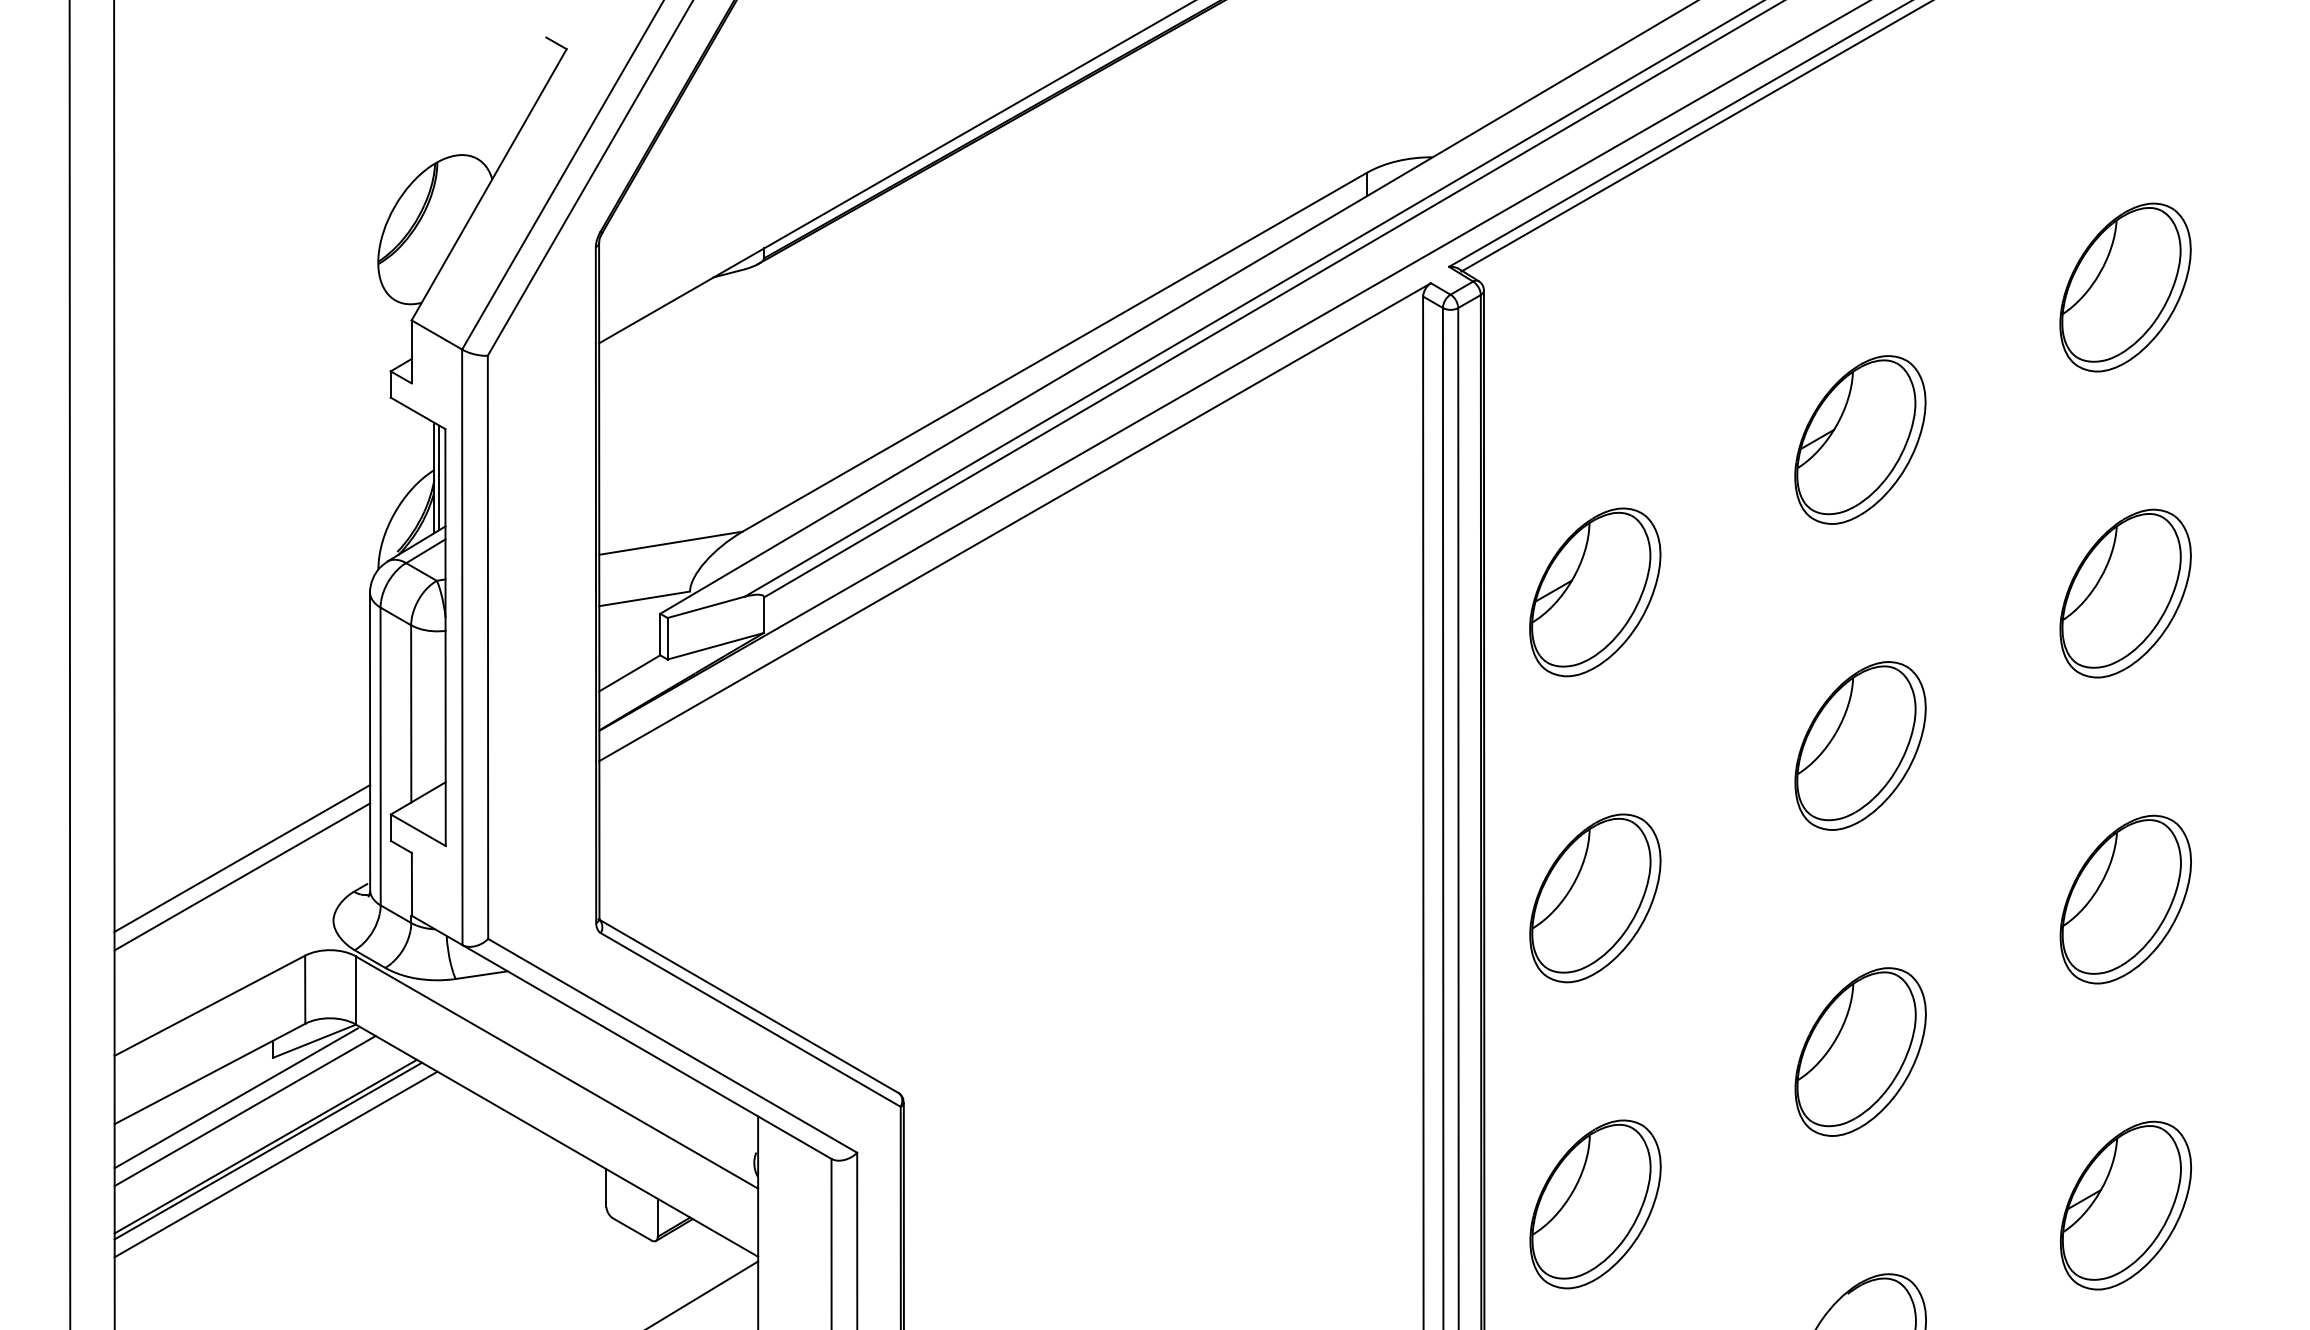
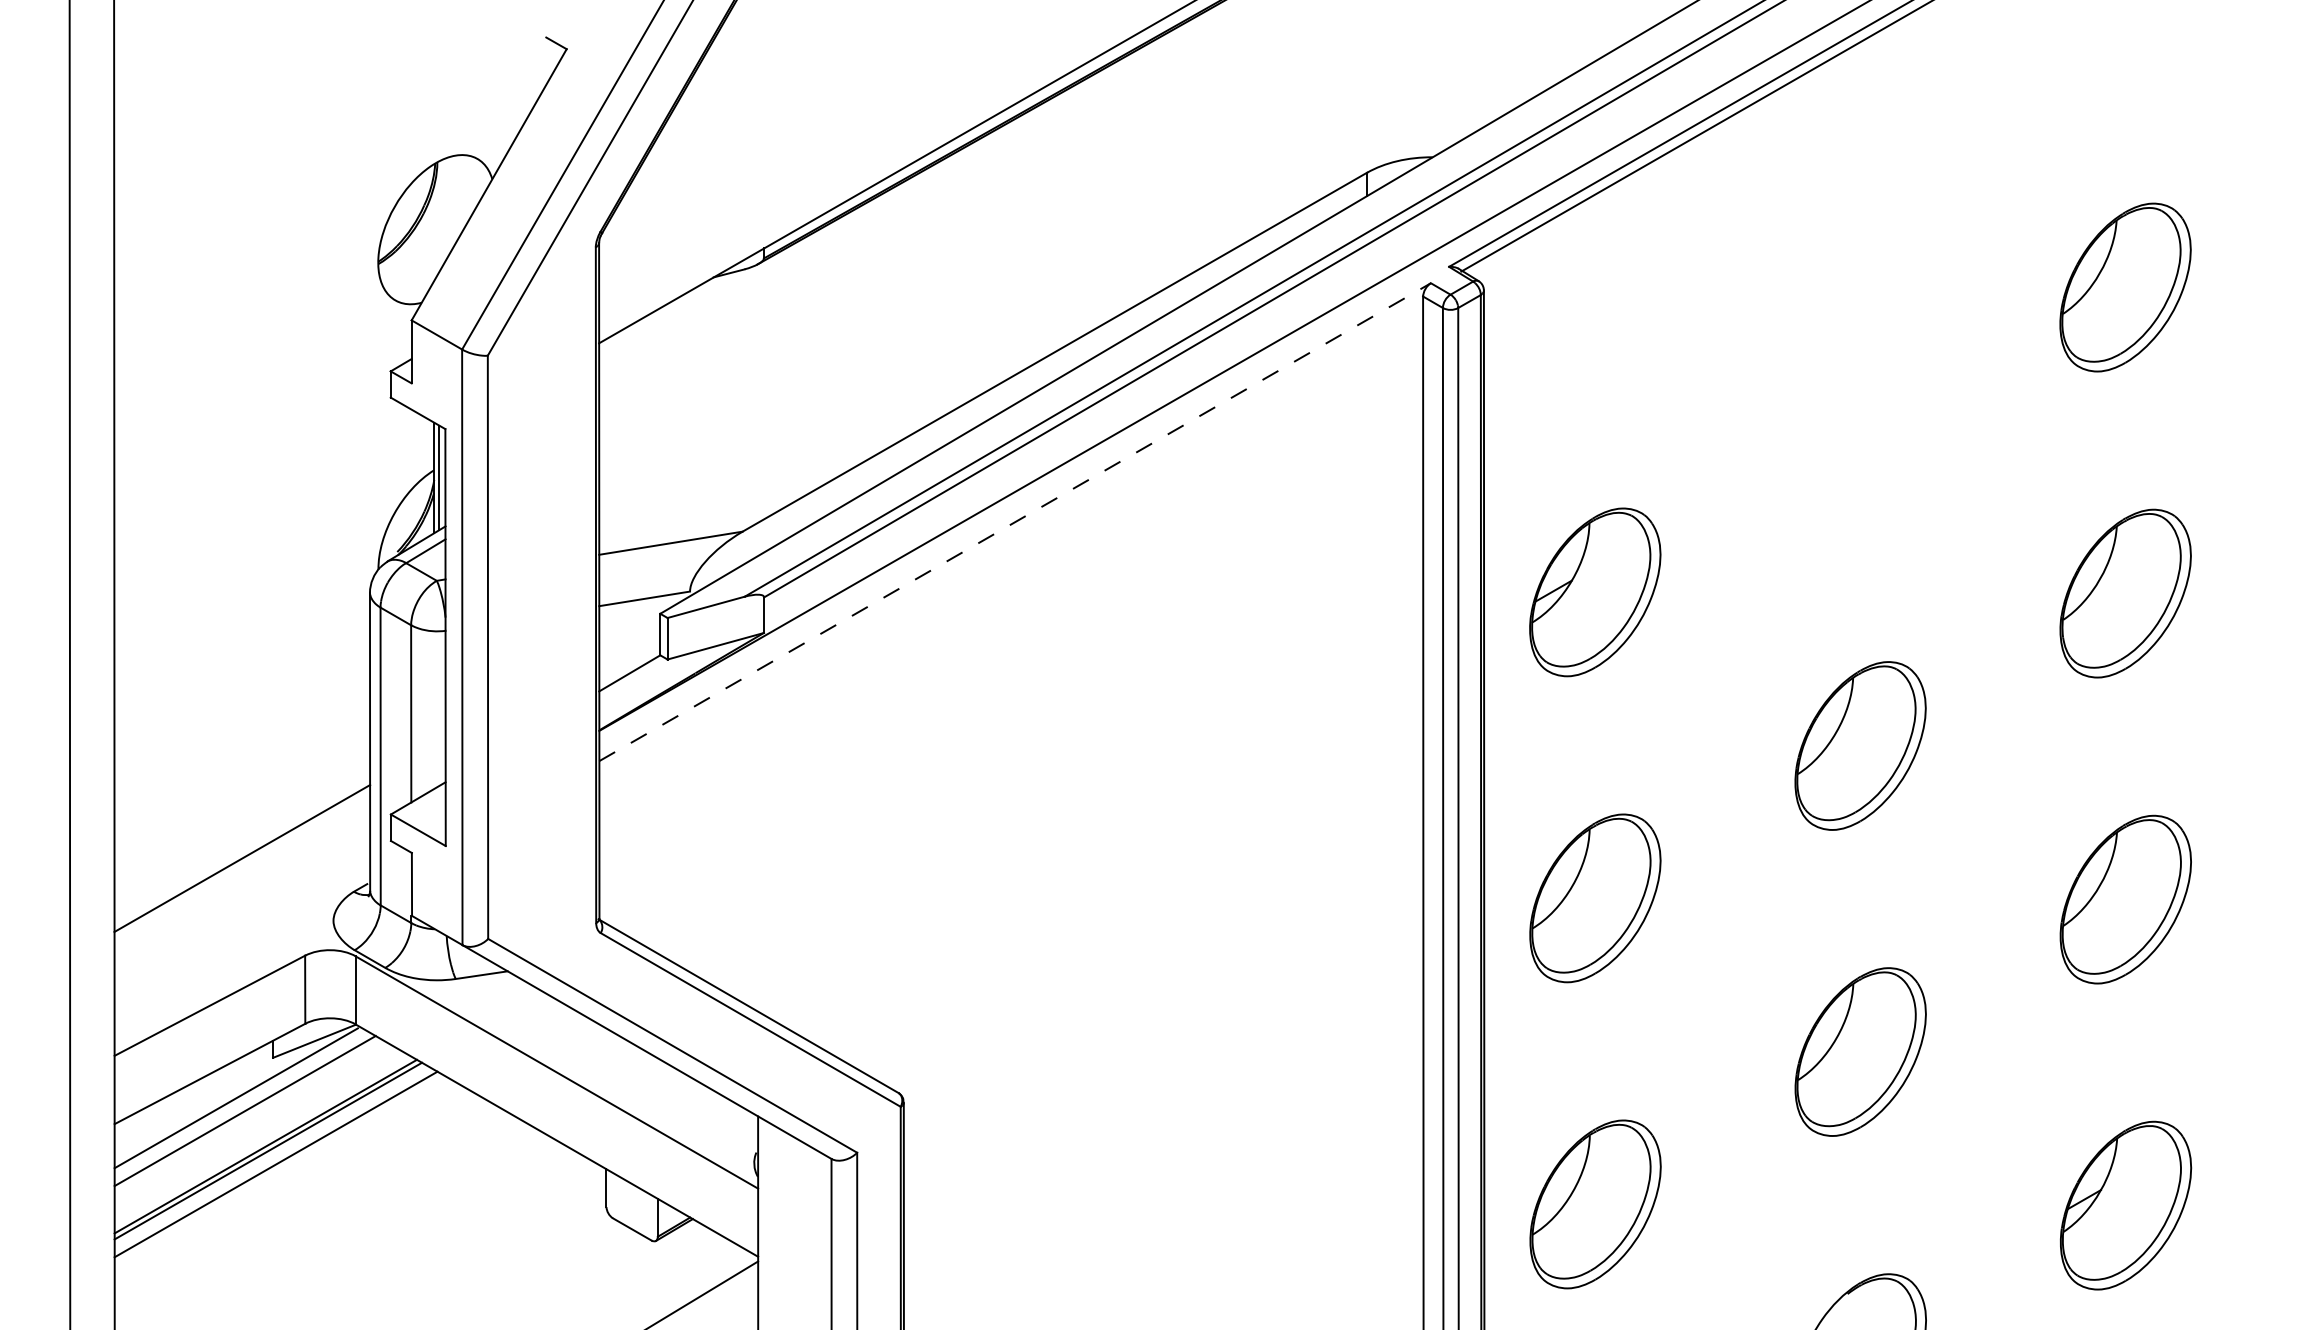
part at (1860, 439): present -> none
line at (1015, 522): solid -> dashed
line at (242, 876): present -> none
